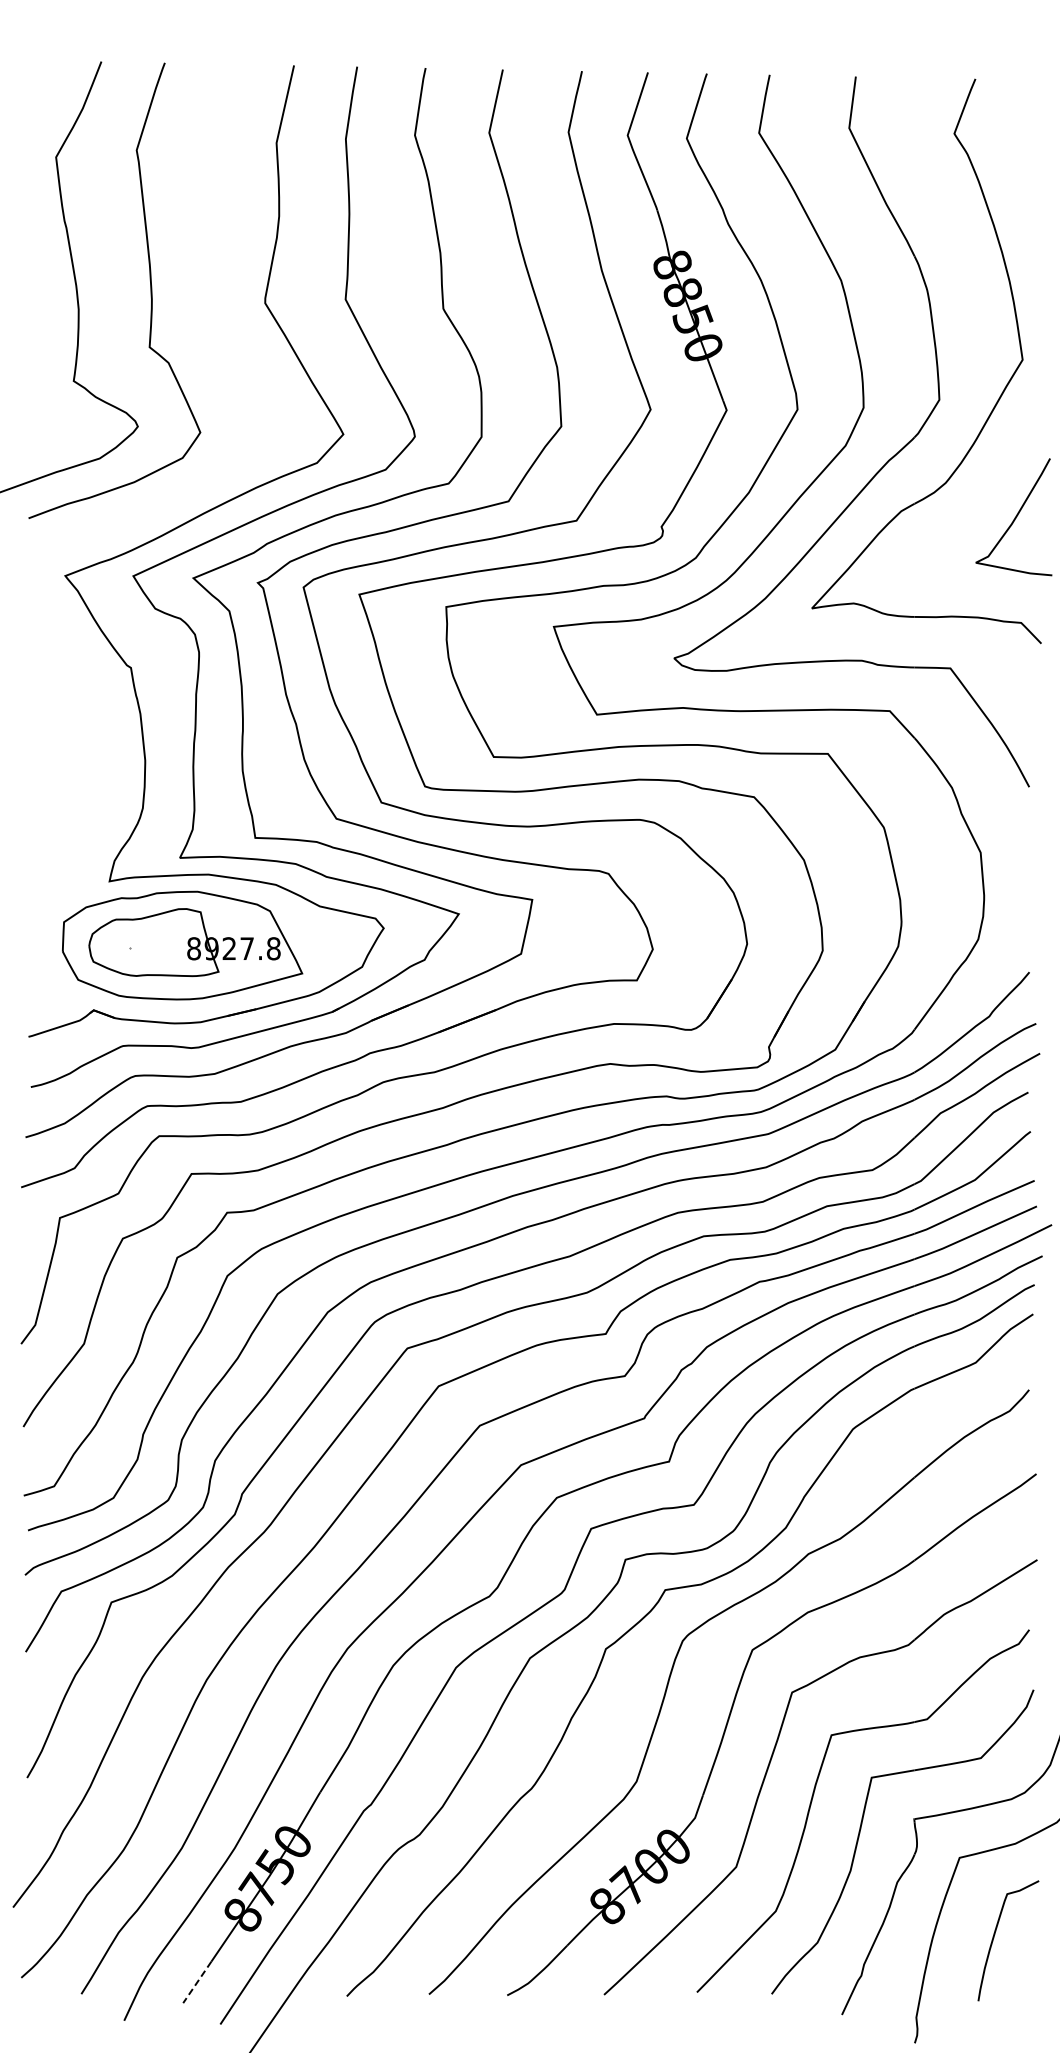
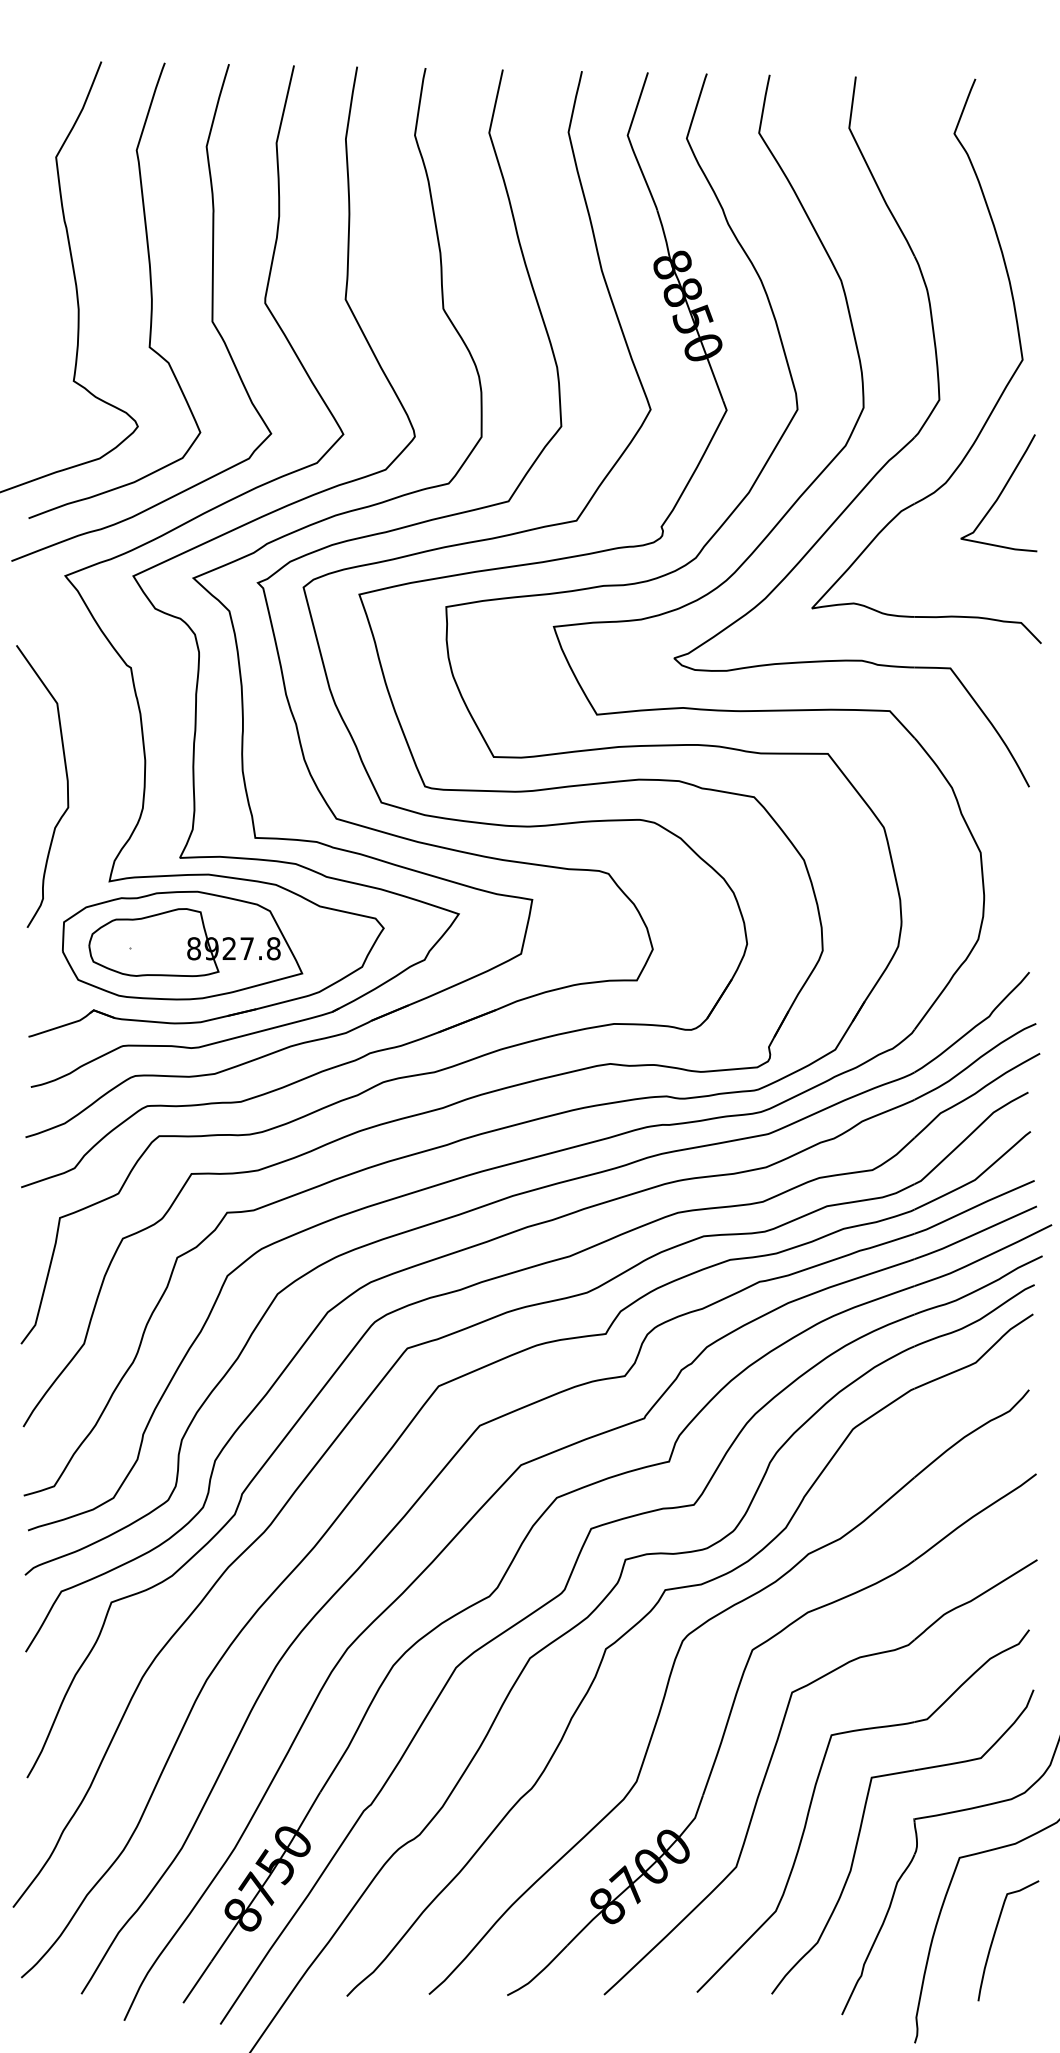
curve at (211, 312): none -> present
curve at (1014, 517) position: (1014, 517) -> (999, 493)
curve at (66, 782): none -> present
line at (197, 1982): dashed -> solid
